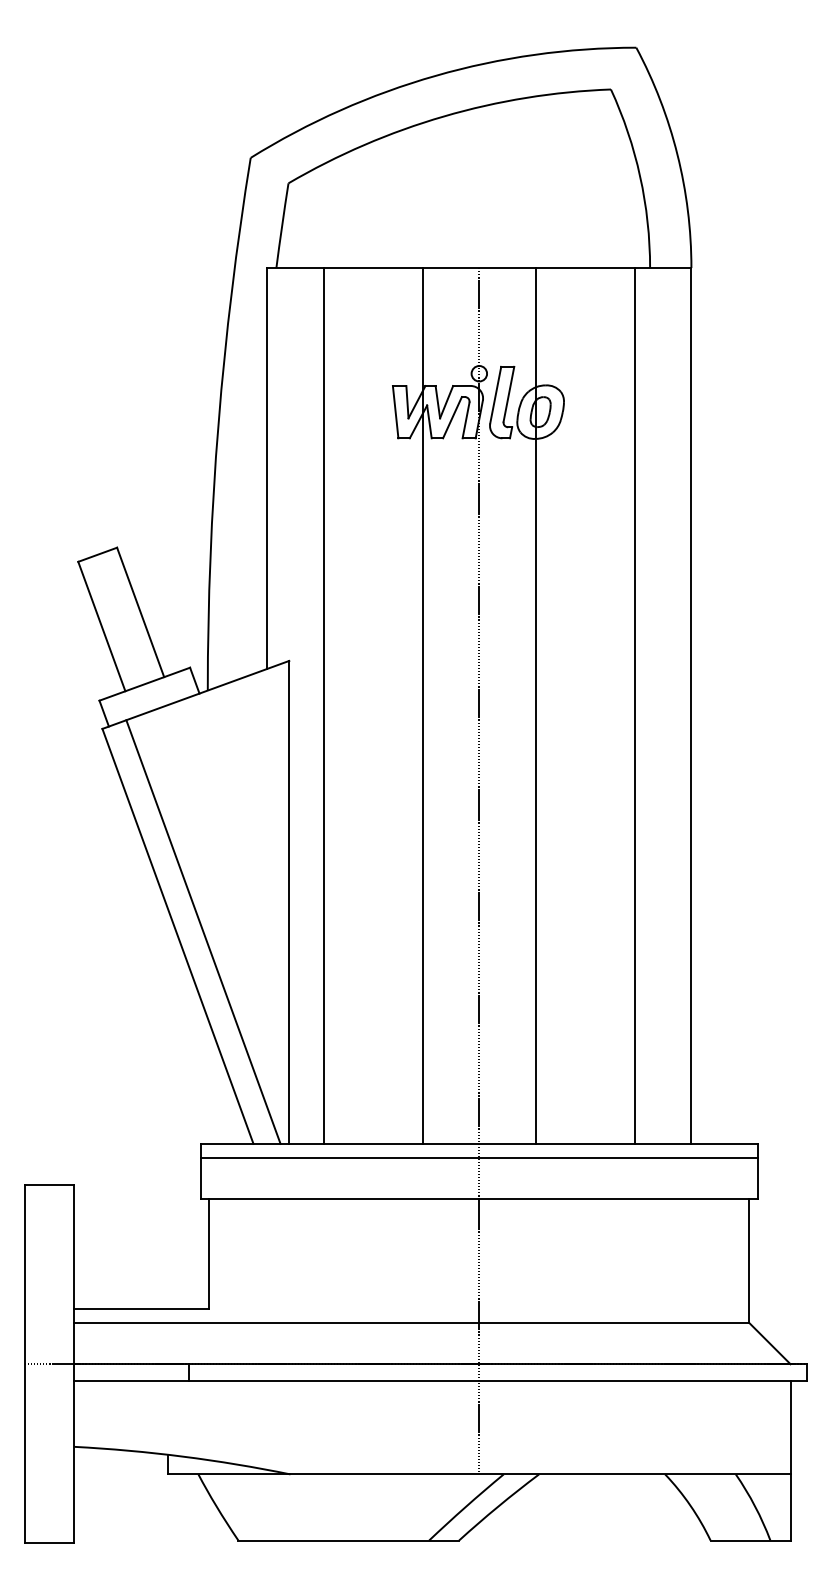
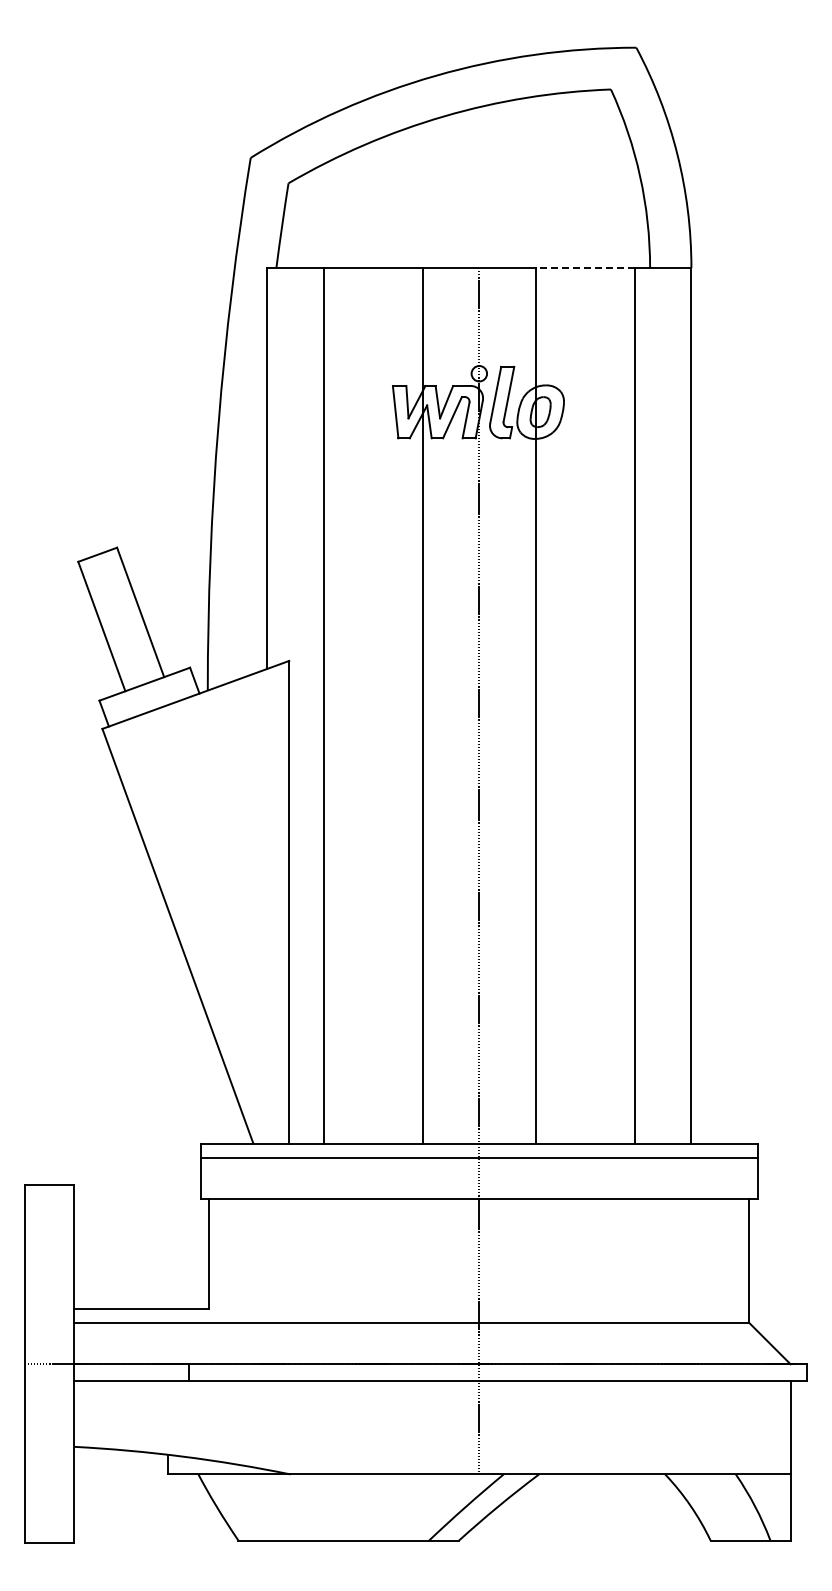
line at (584, 268): solid -> dashed
line at (203, 931): present -> none
